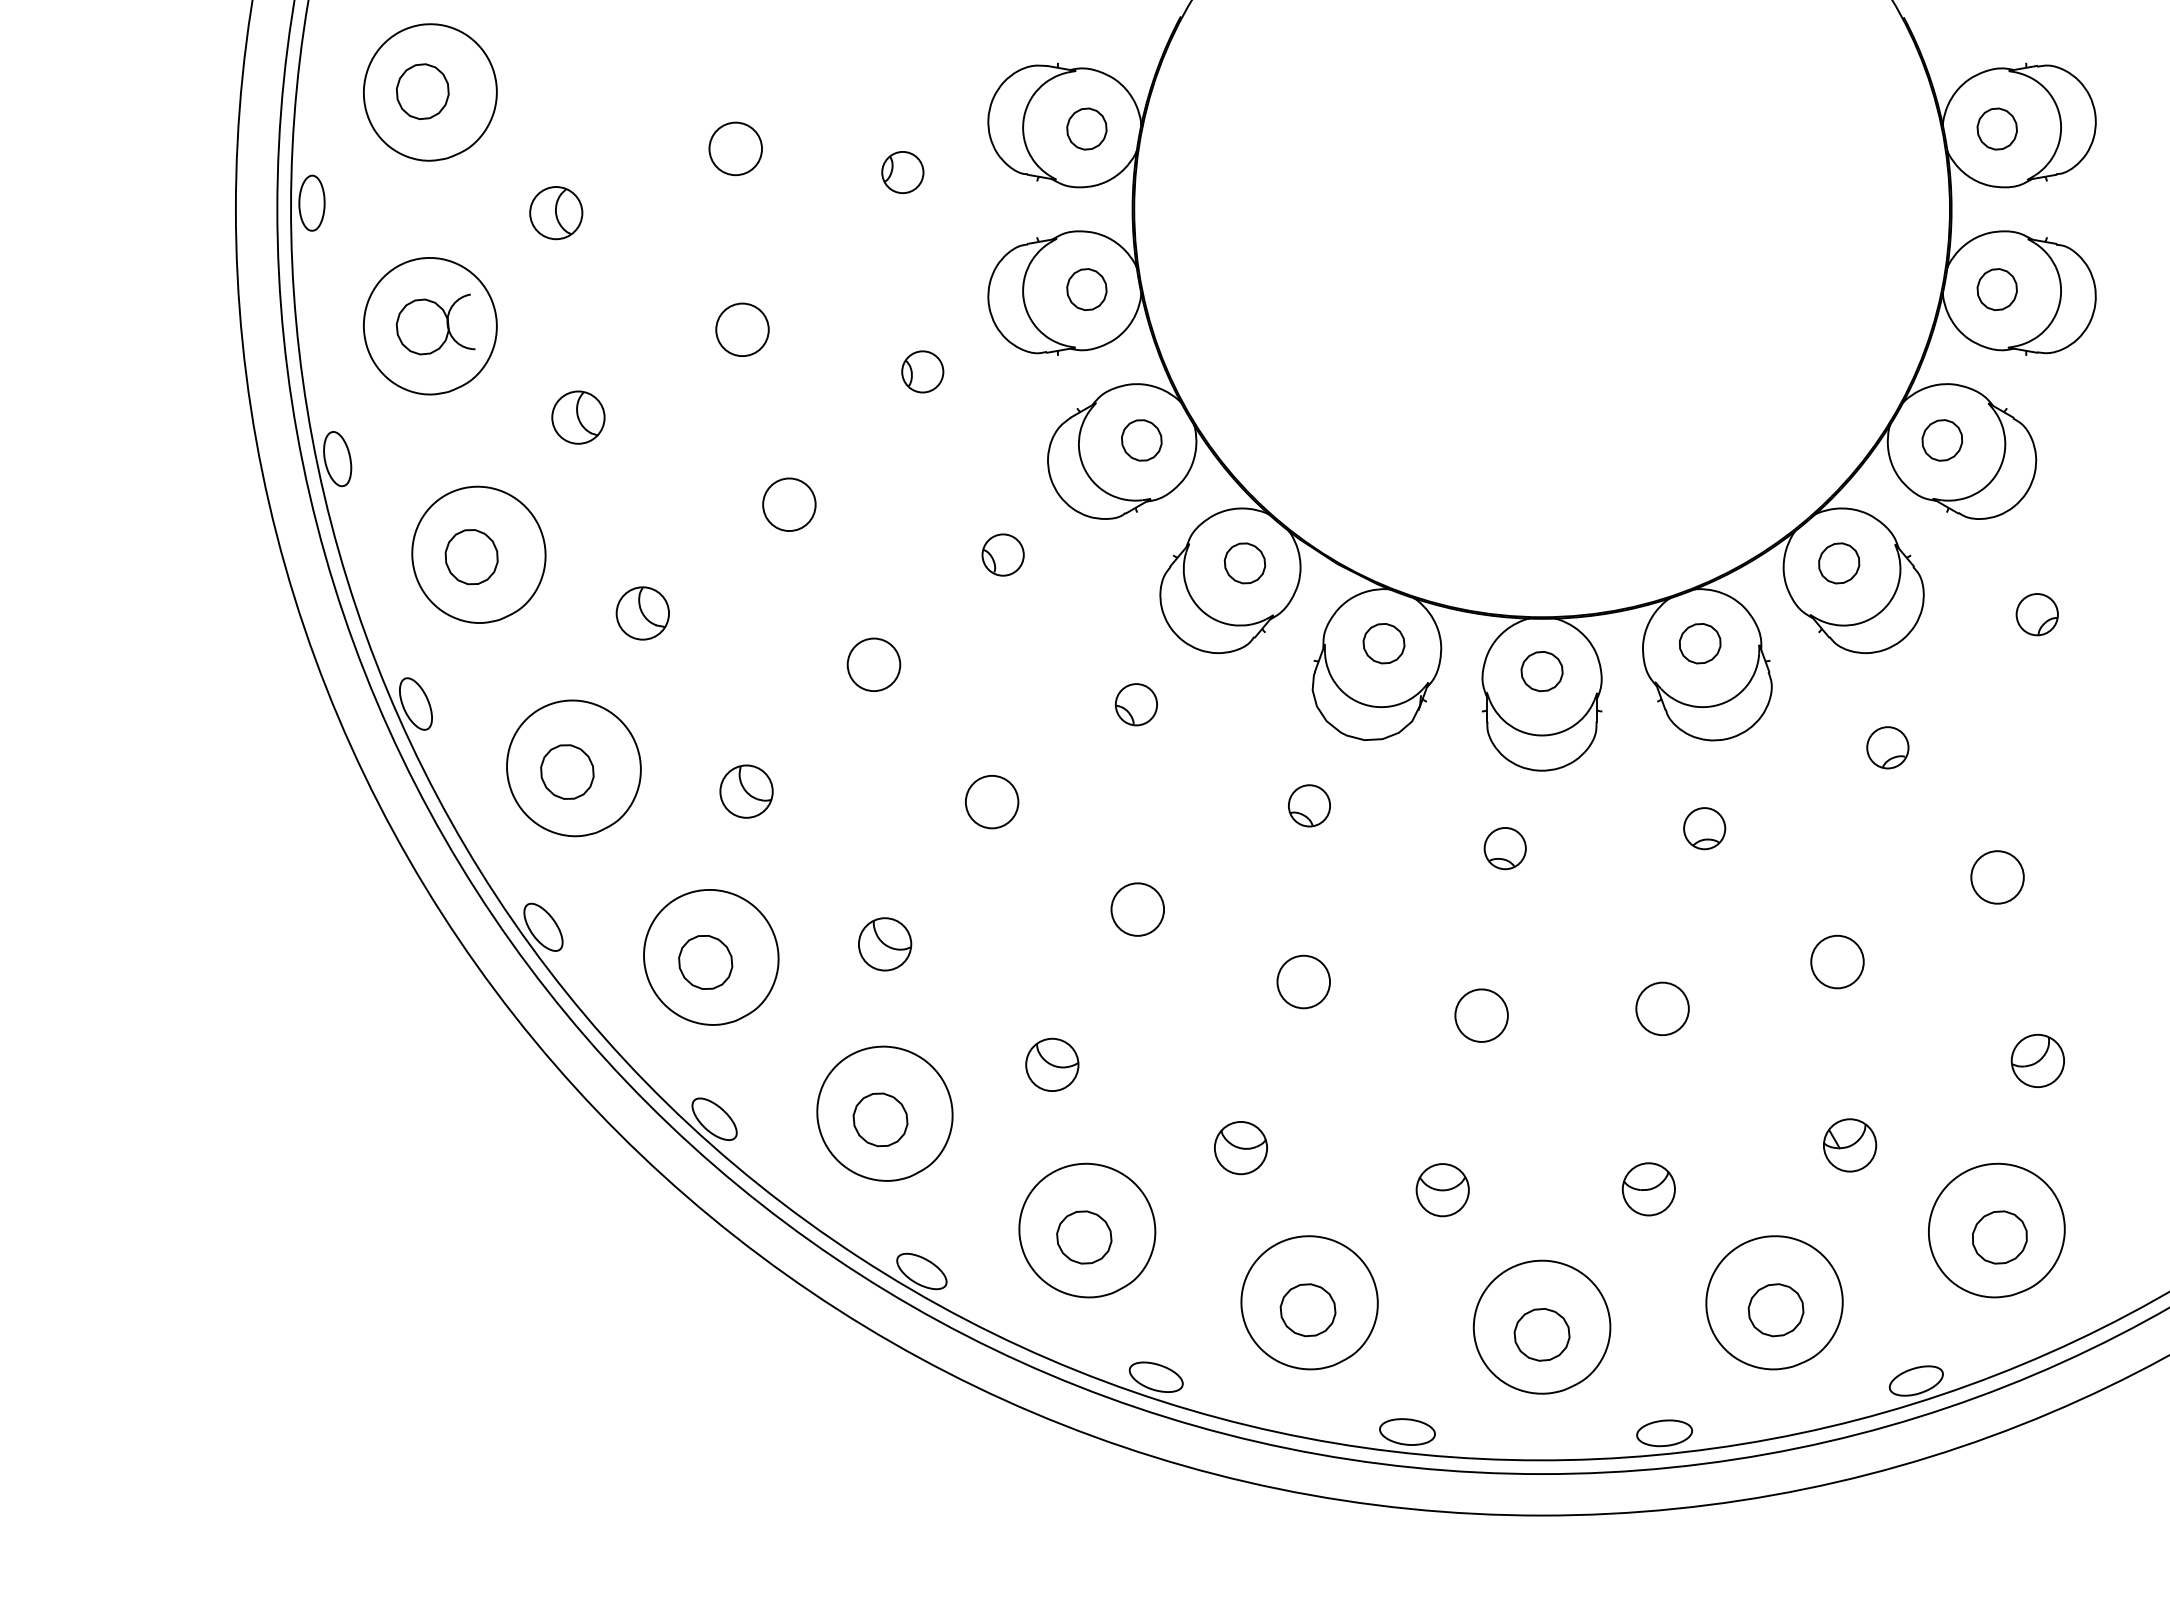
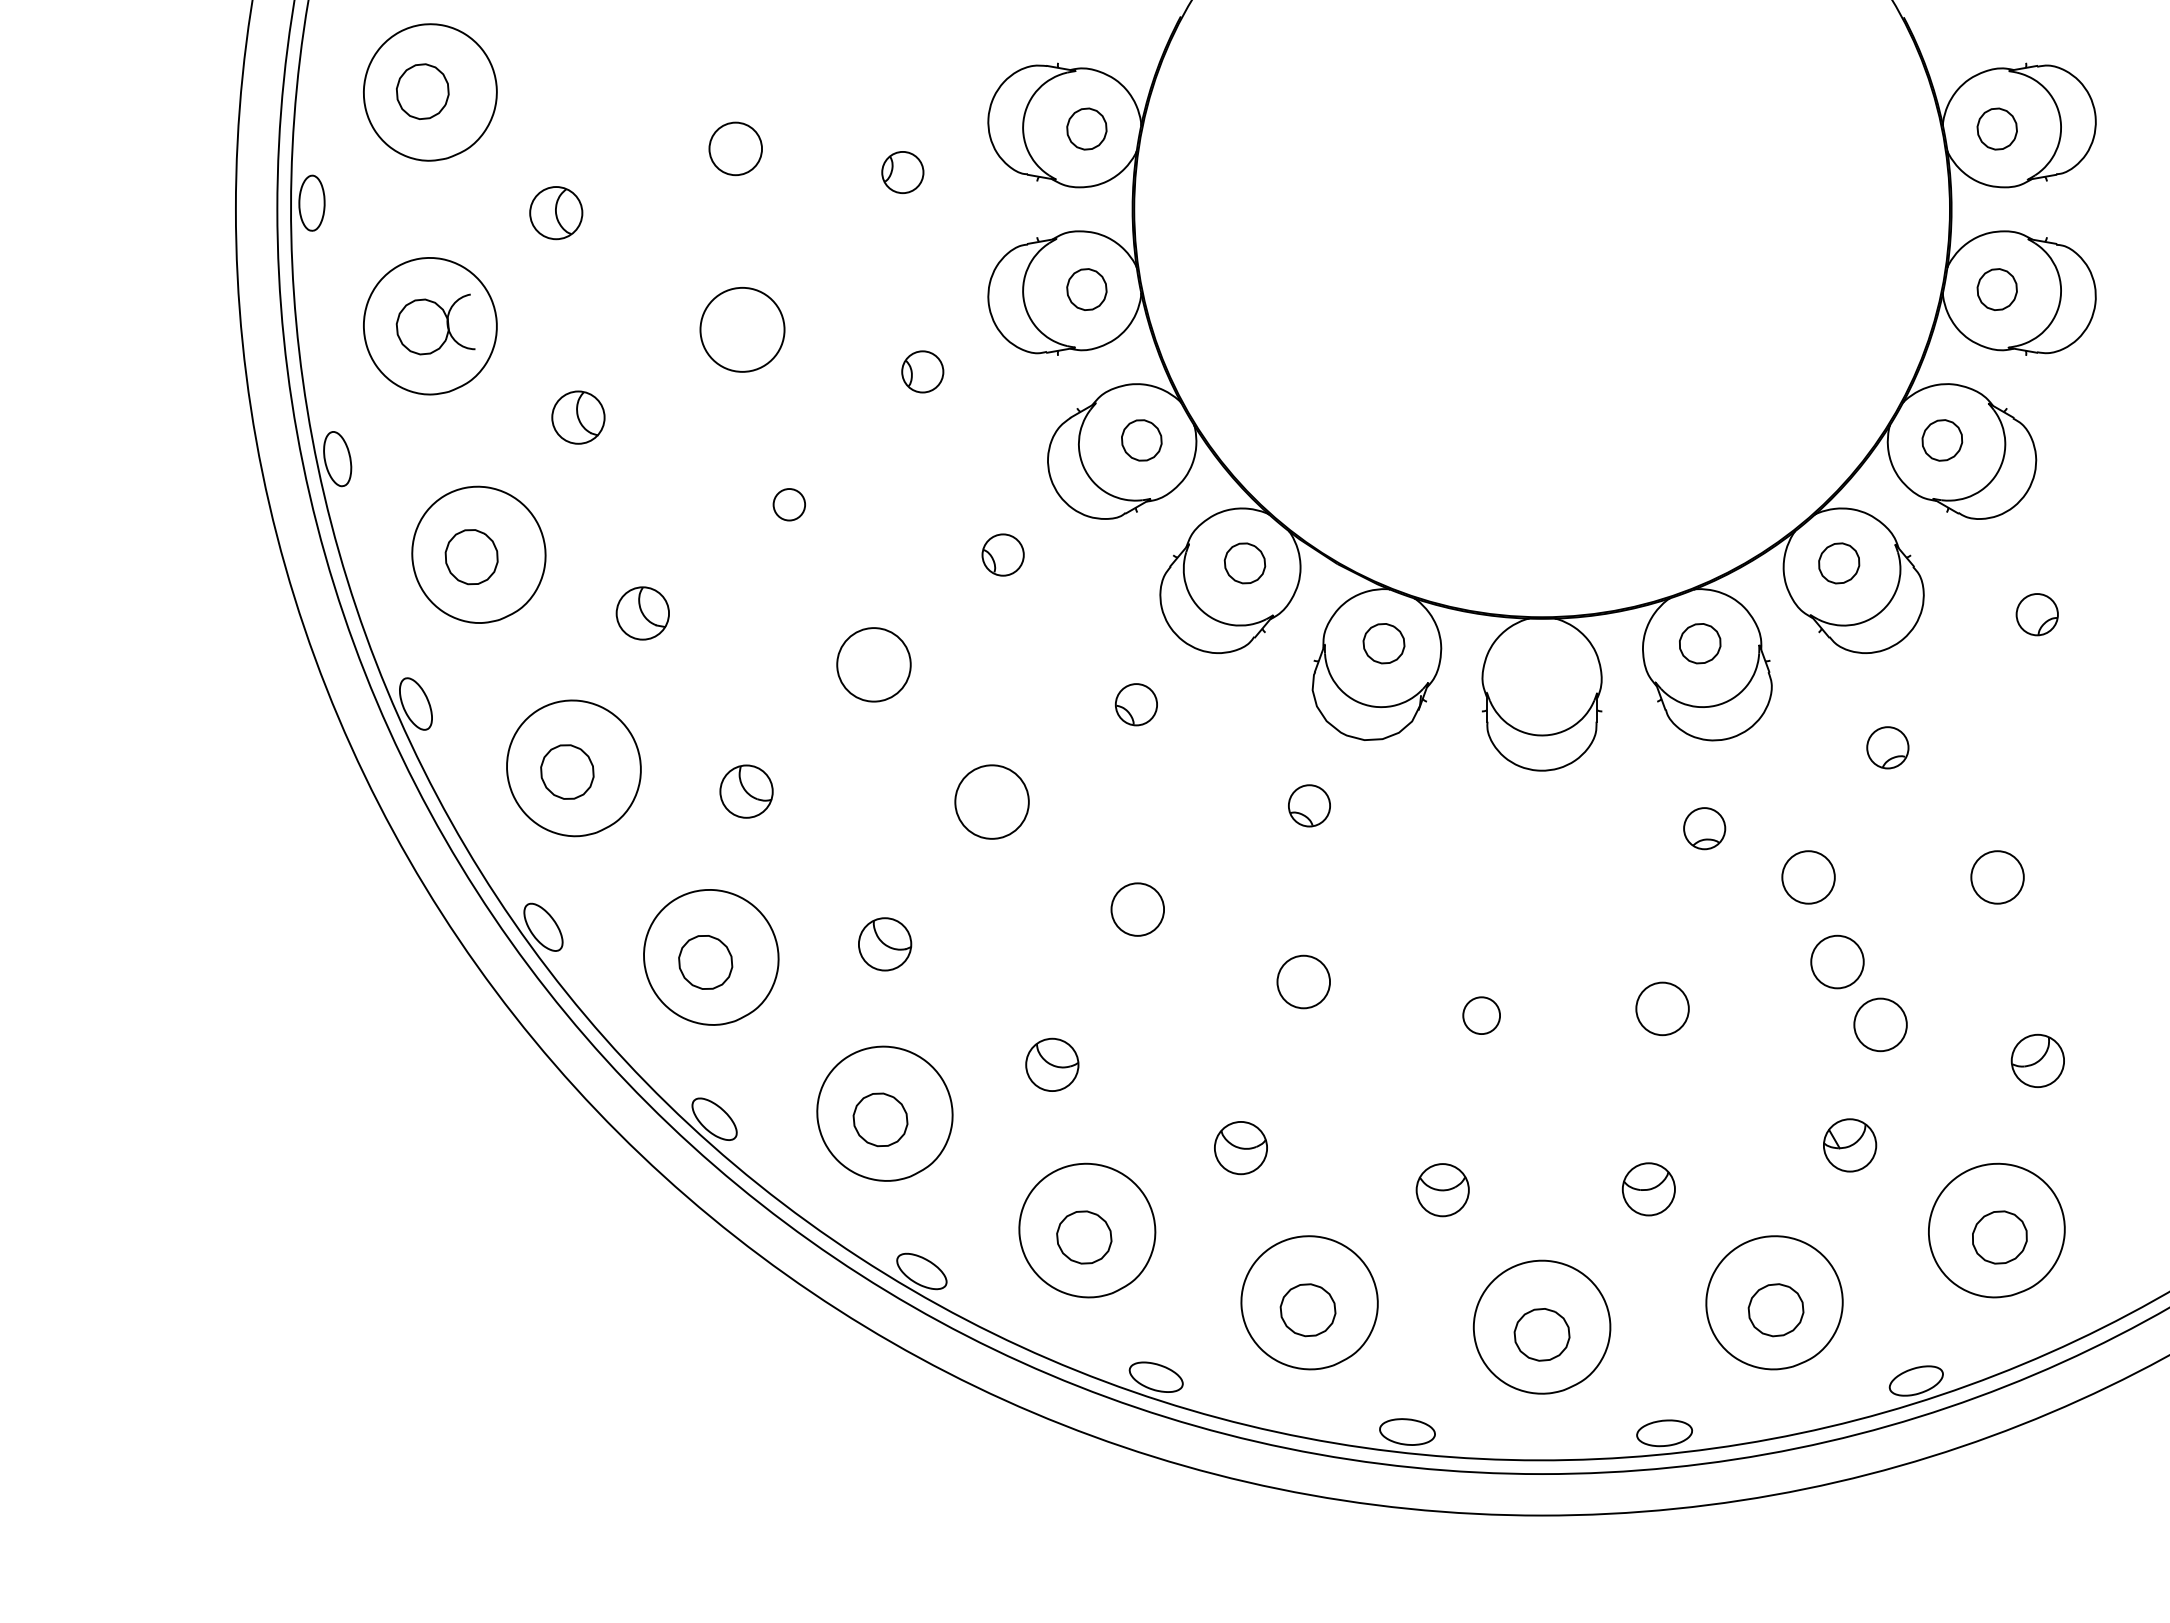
circle at (742, 329) diameter: 53 px -> 84 px
circle at (789, 504) diameter: 53 px -> 32 px
circle at (873, 664) diameter: 53 px -> 74 px
part at (1541, 671): present -> none
circle at (991, 801) diameter: 53 px -> 74 px
part at (1504, 848): present -> none
circle at (1808, 877): none -> present
circle at (1481, 1015) diameter: 53 px -> 37 px
circle at (1880, 1024): none -> present
